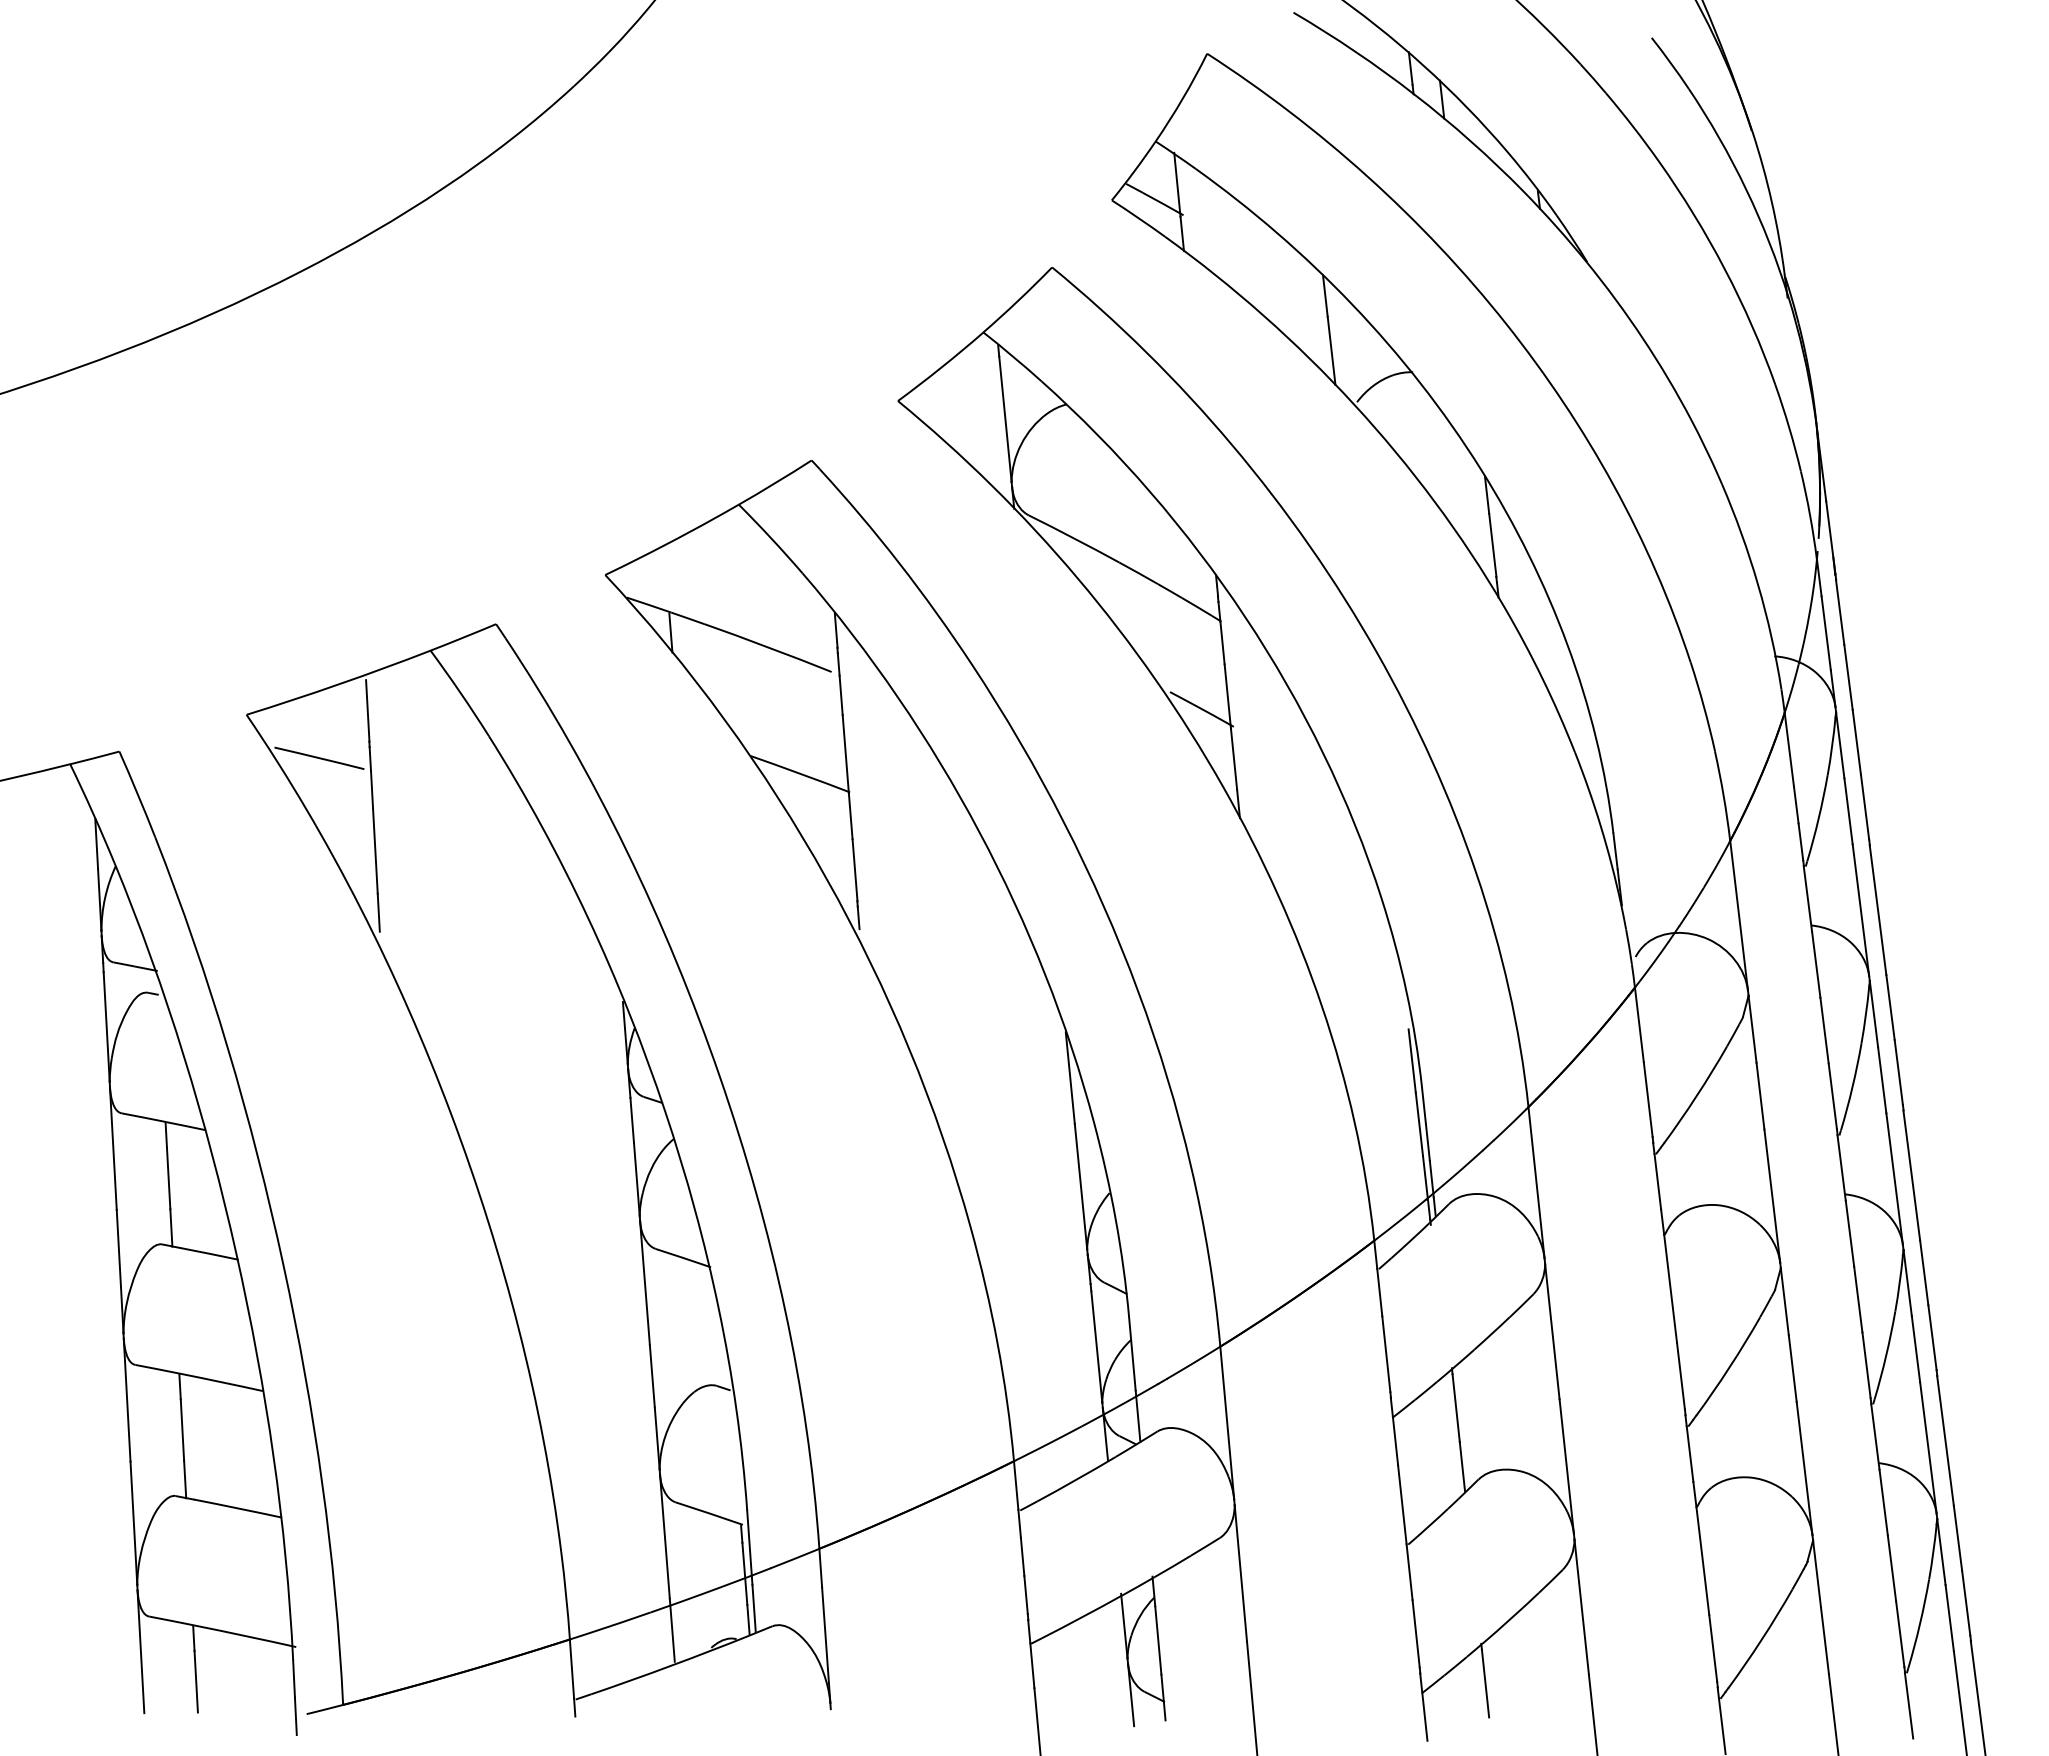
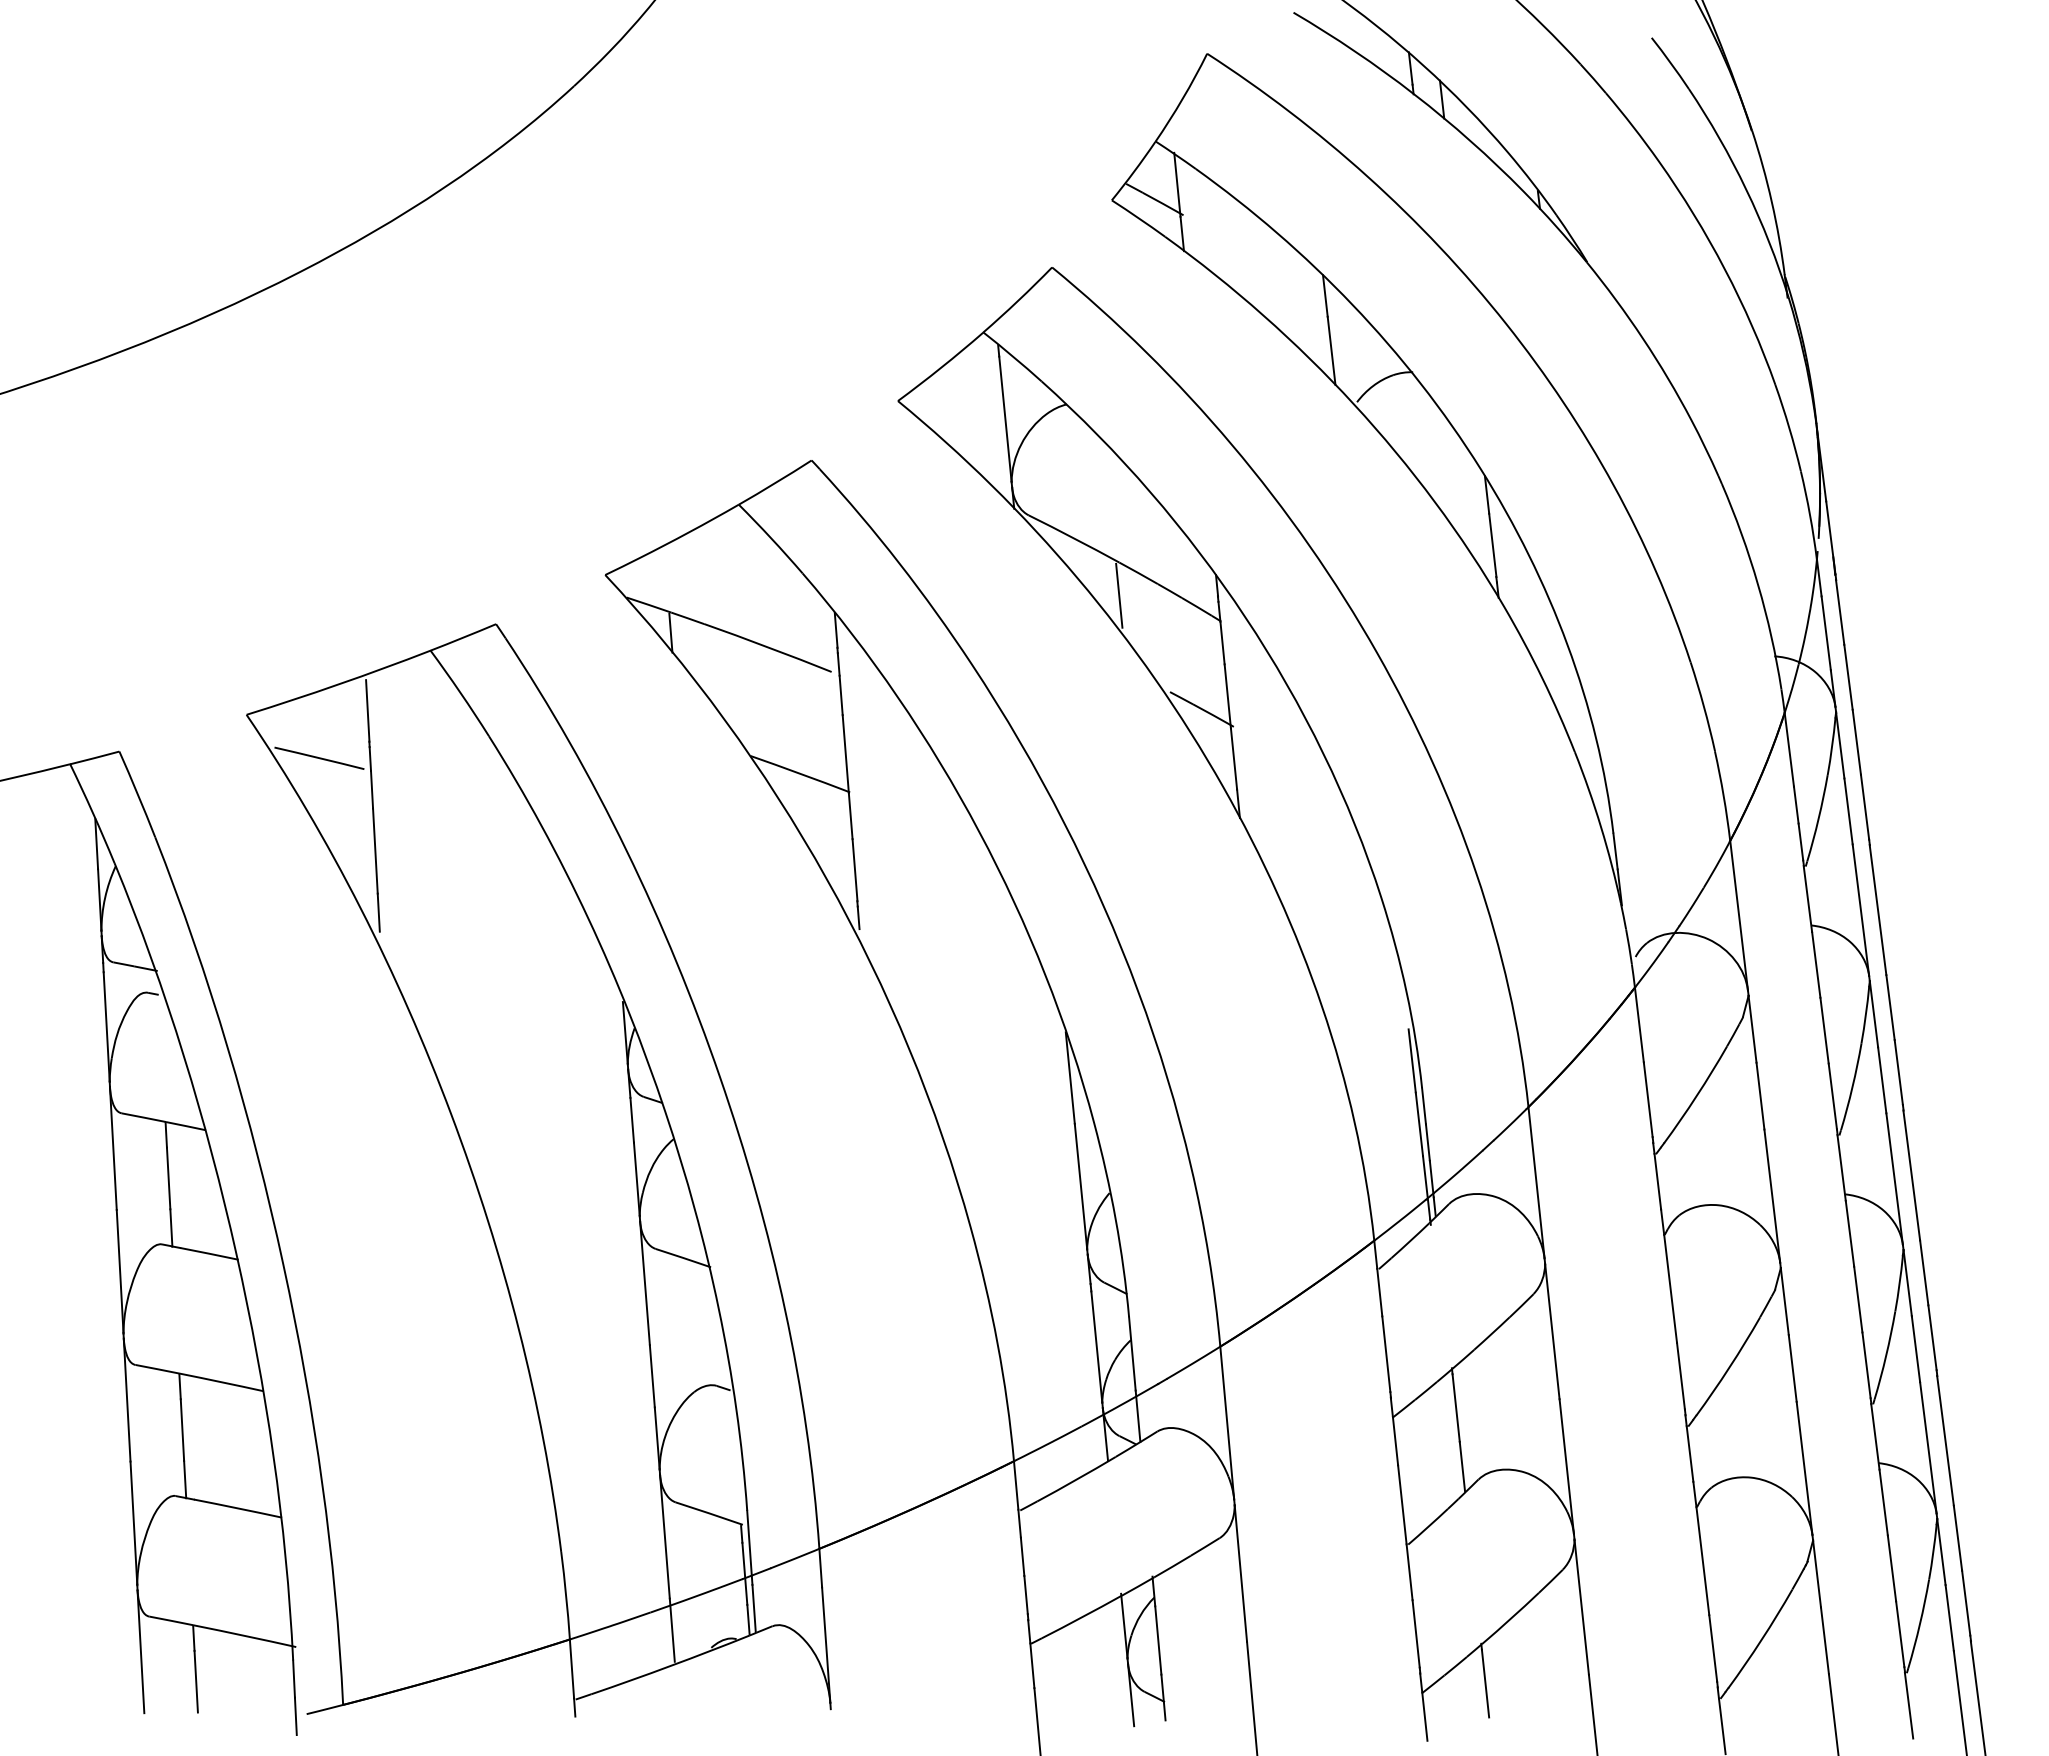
line at (1119, 595): none -> present
